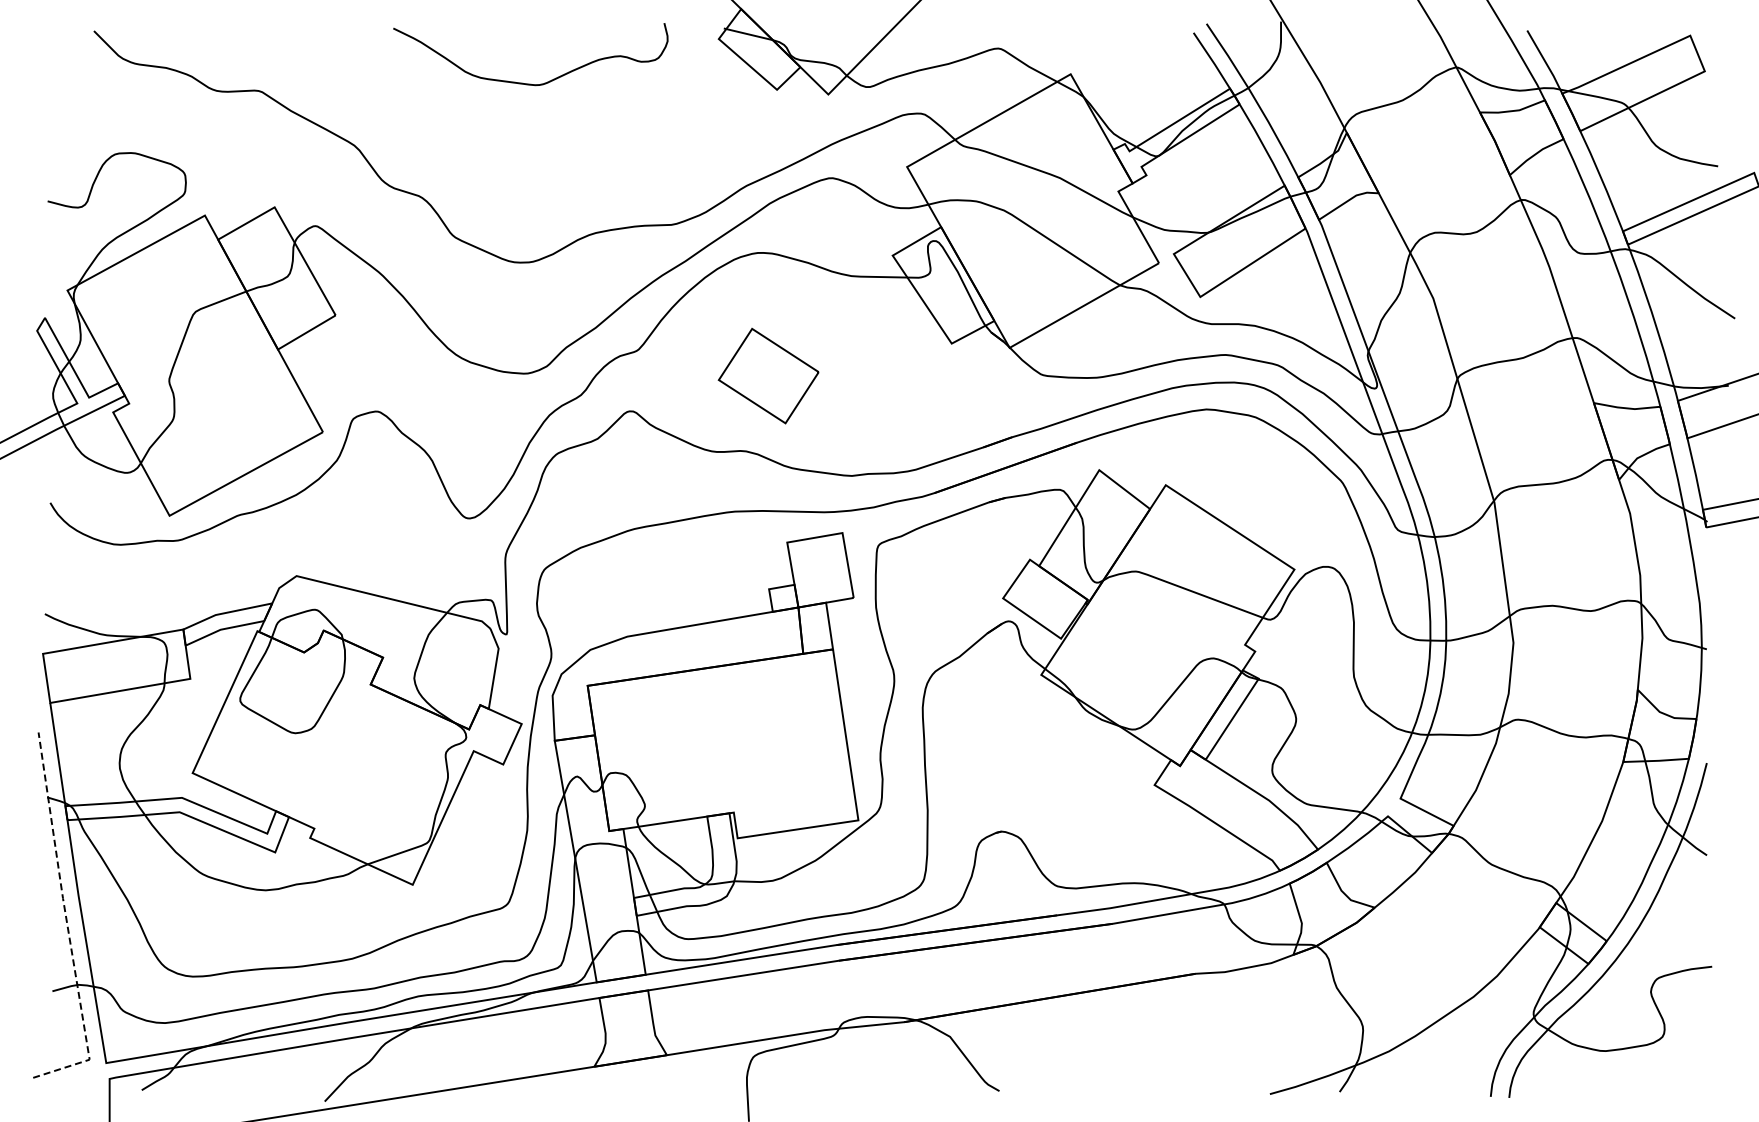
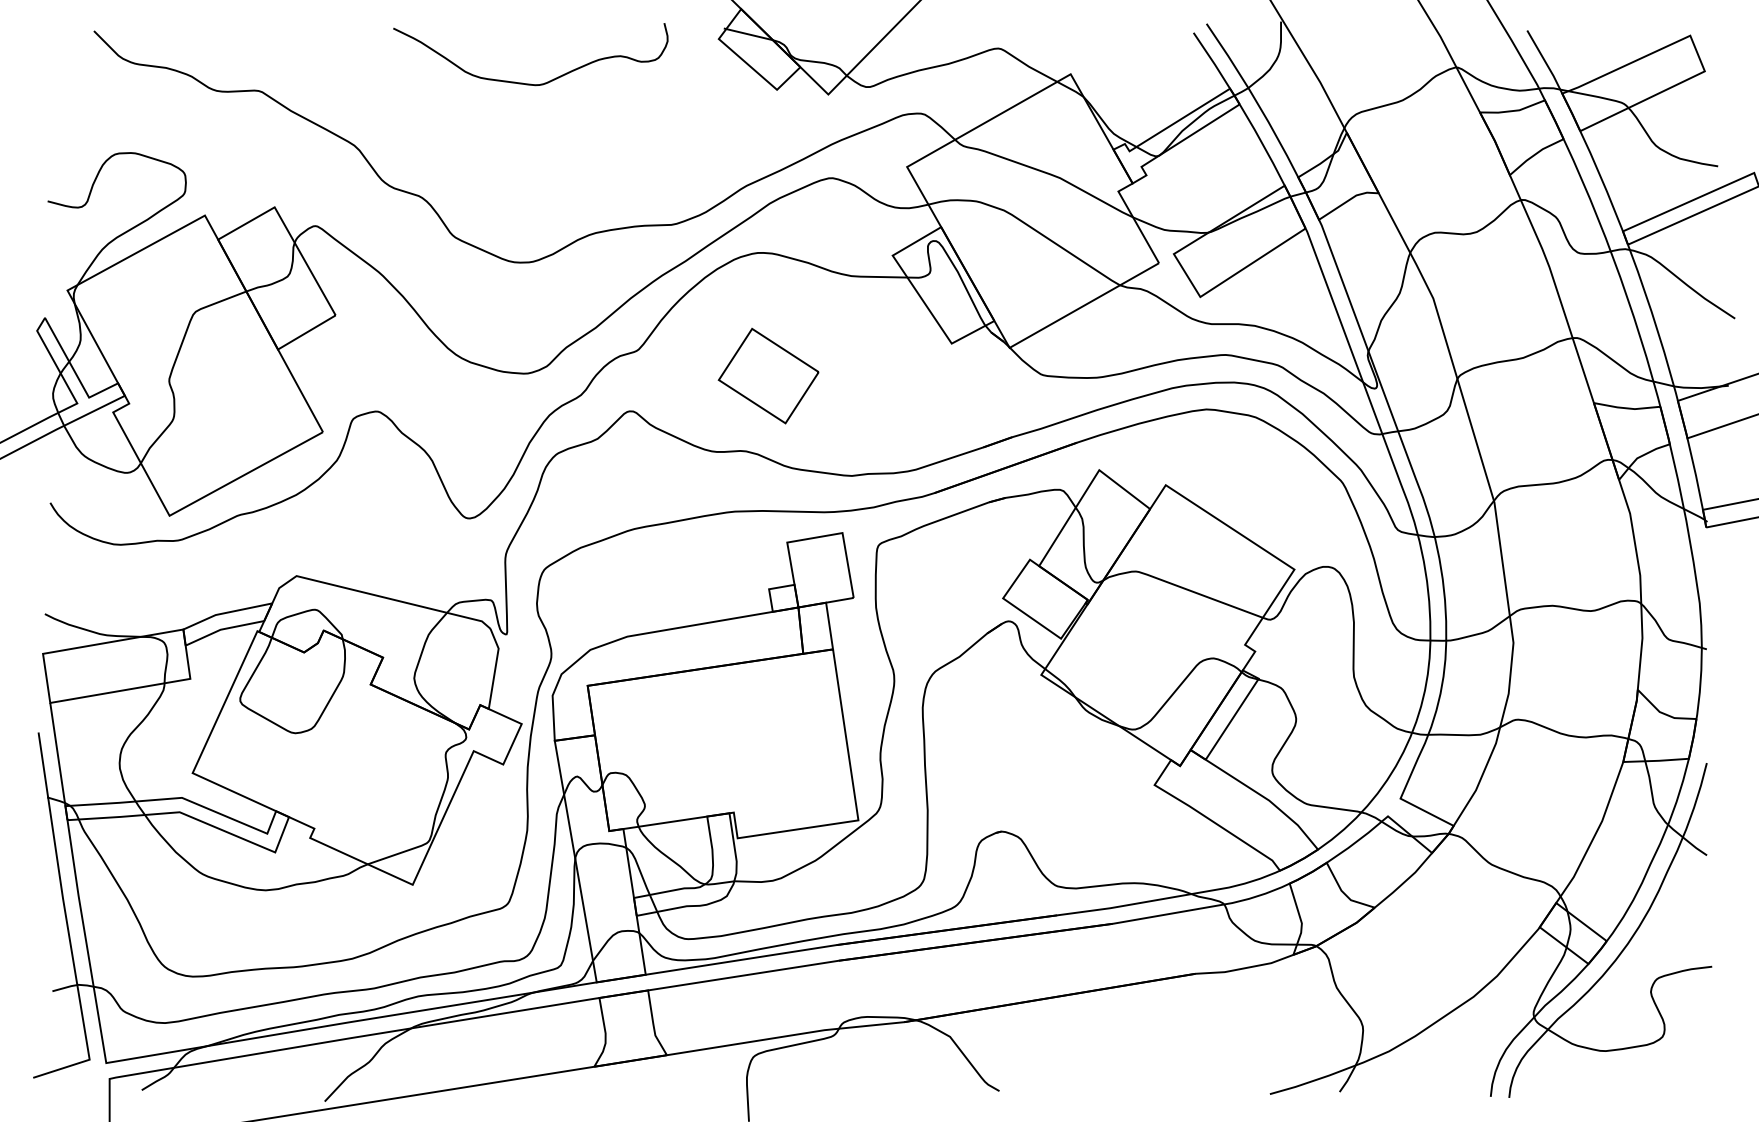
line at (67, 926): dashed -> solid
